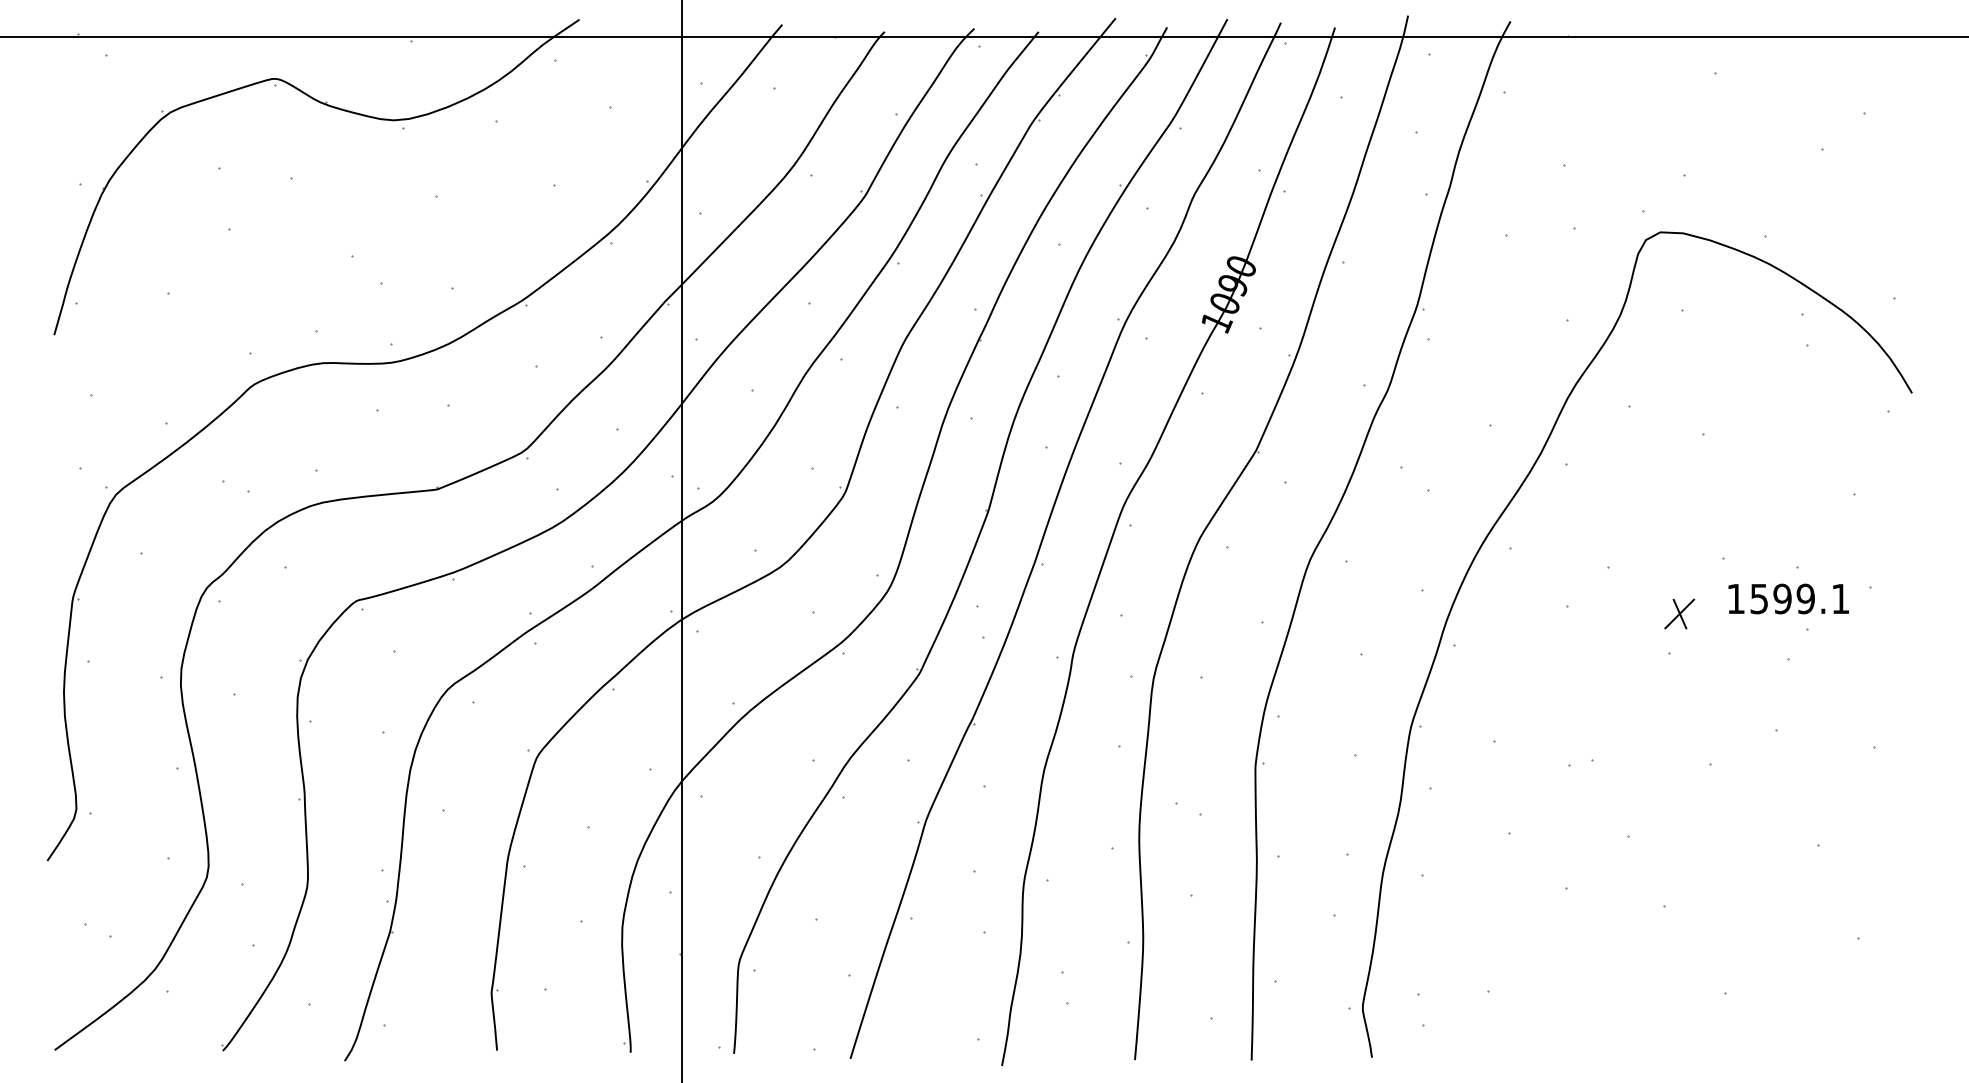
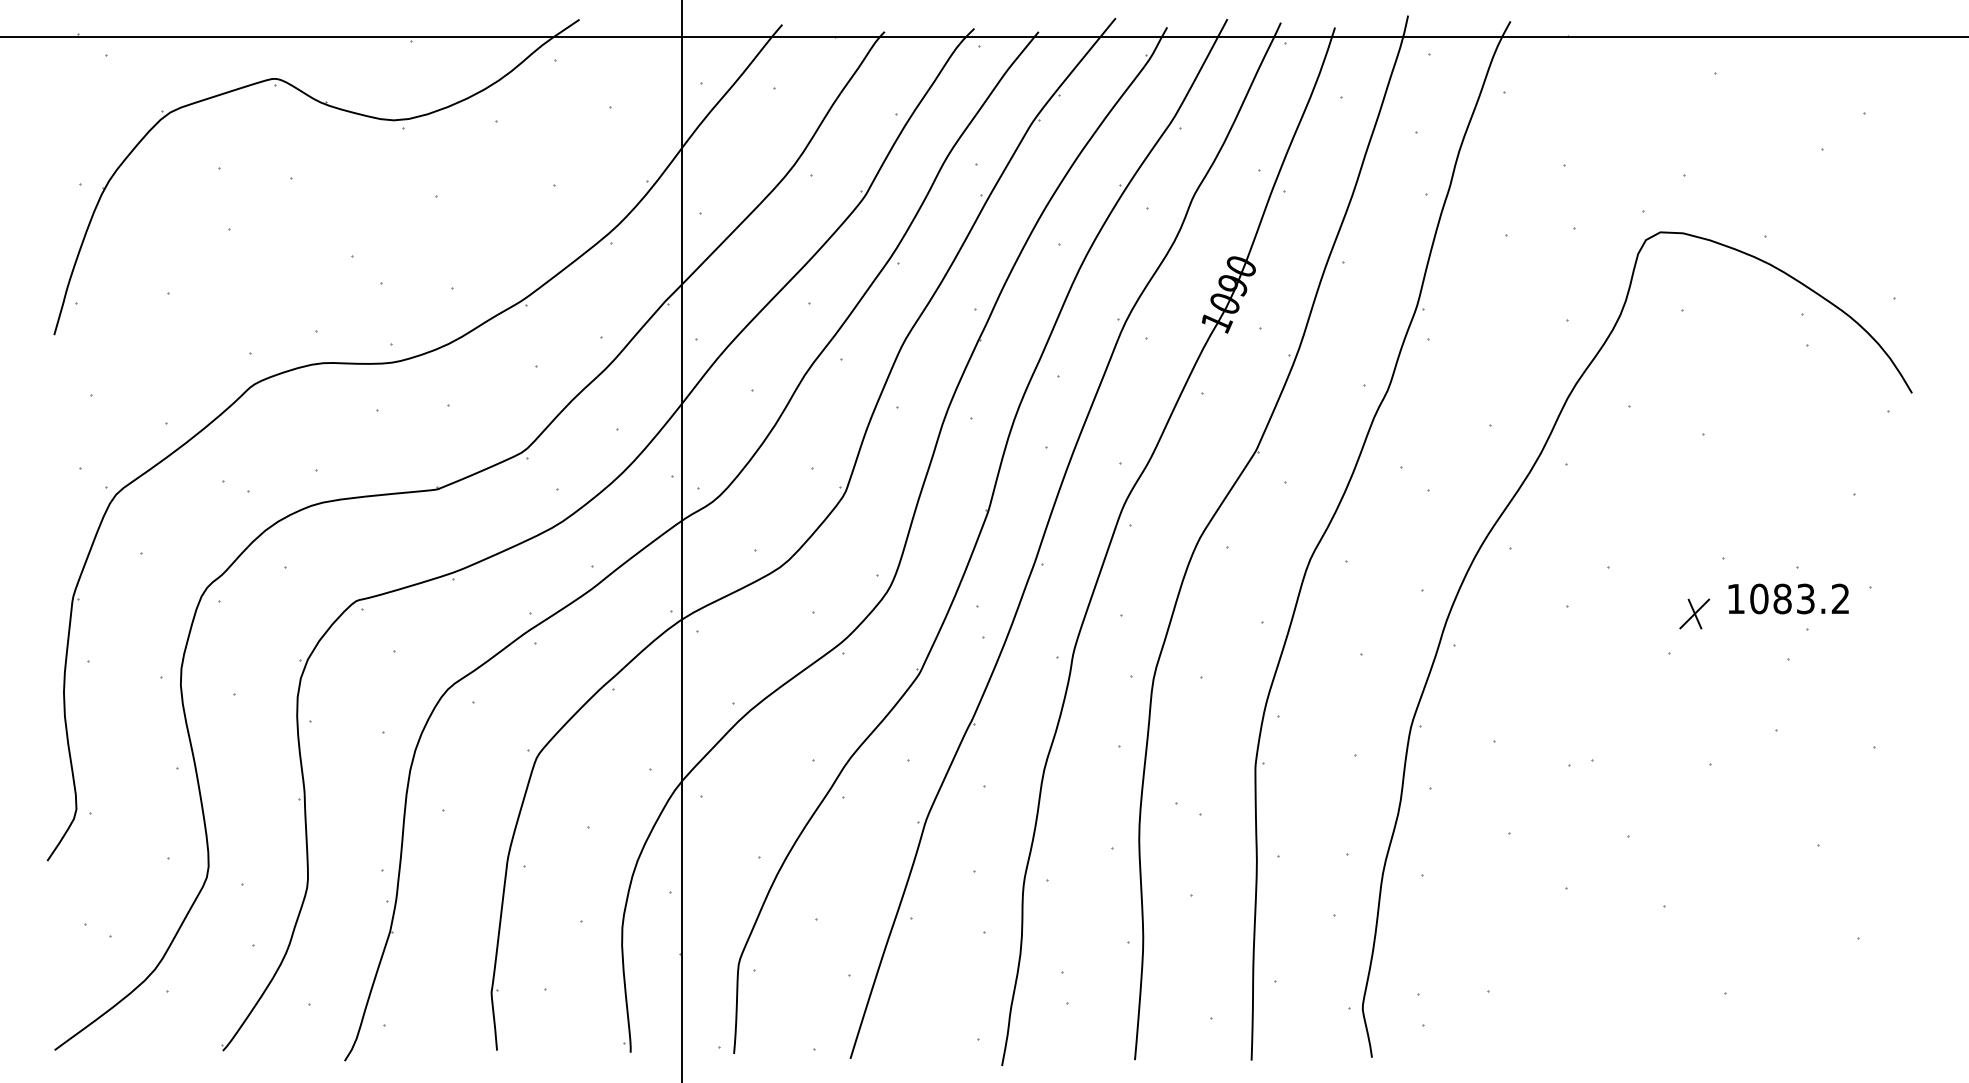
text at (1799, 598): 1599.1 -> 1083.2
part at (1679, 613) position: (1679, 613) -> (1694, 613)
